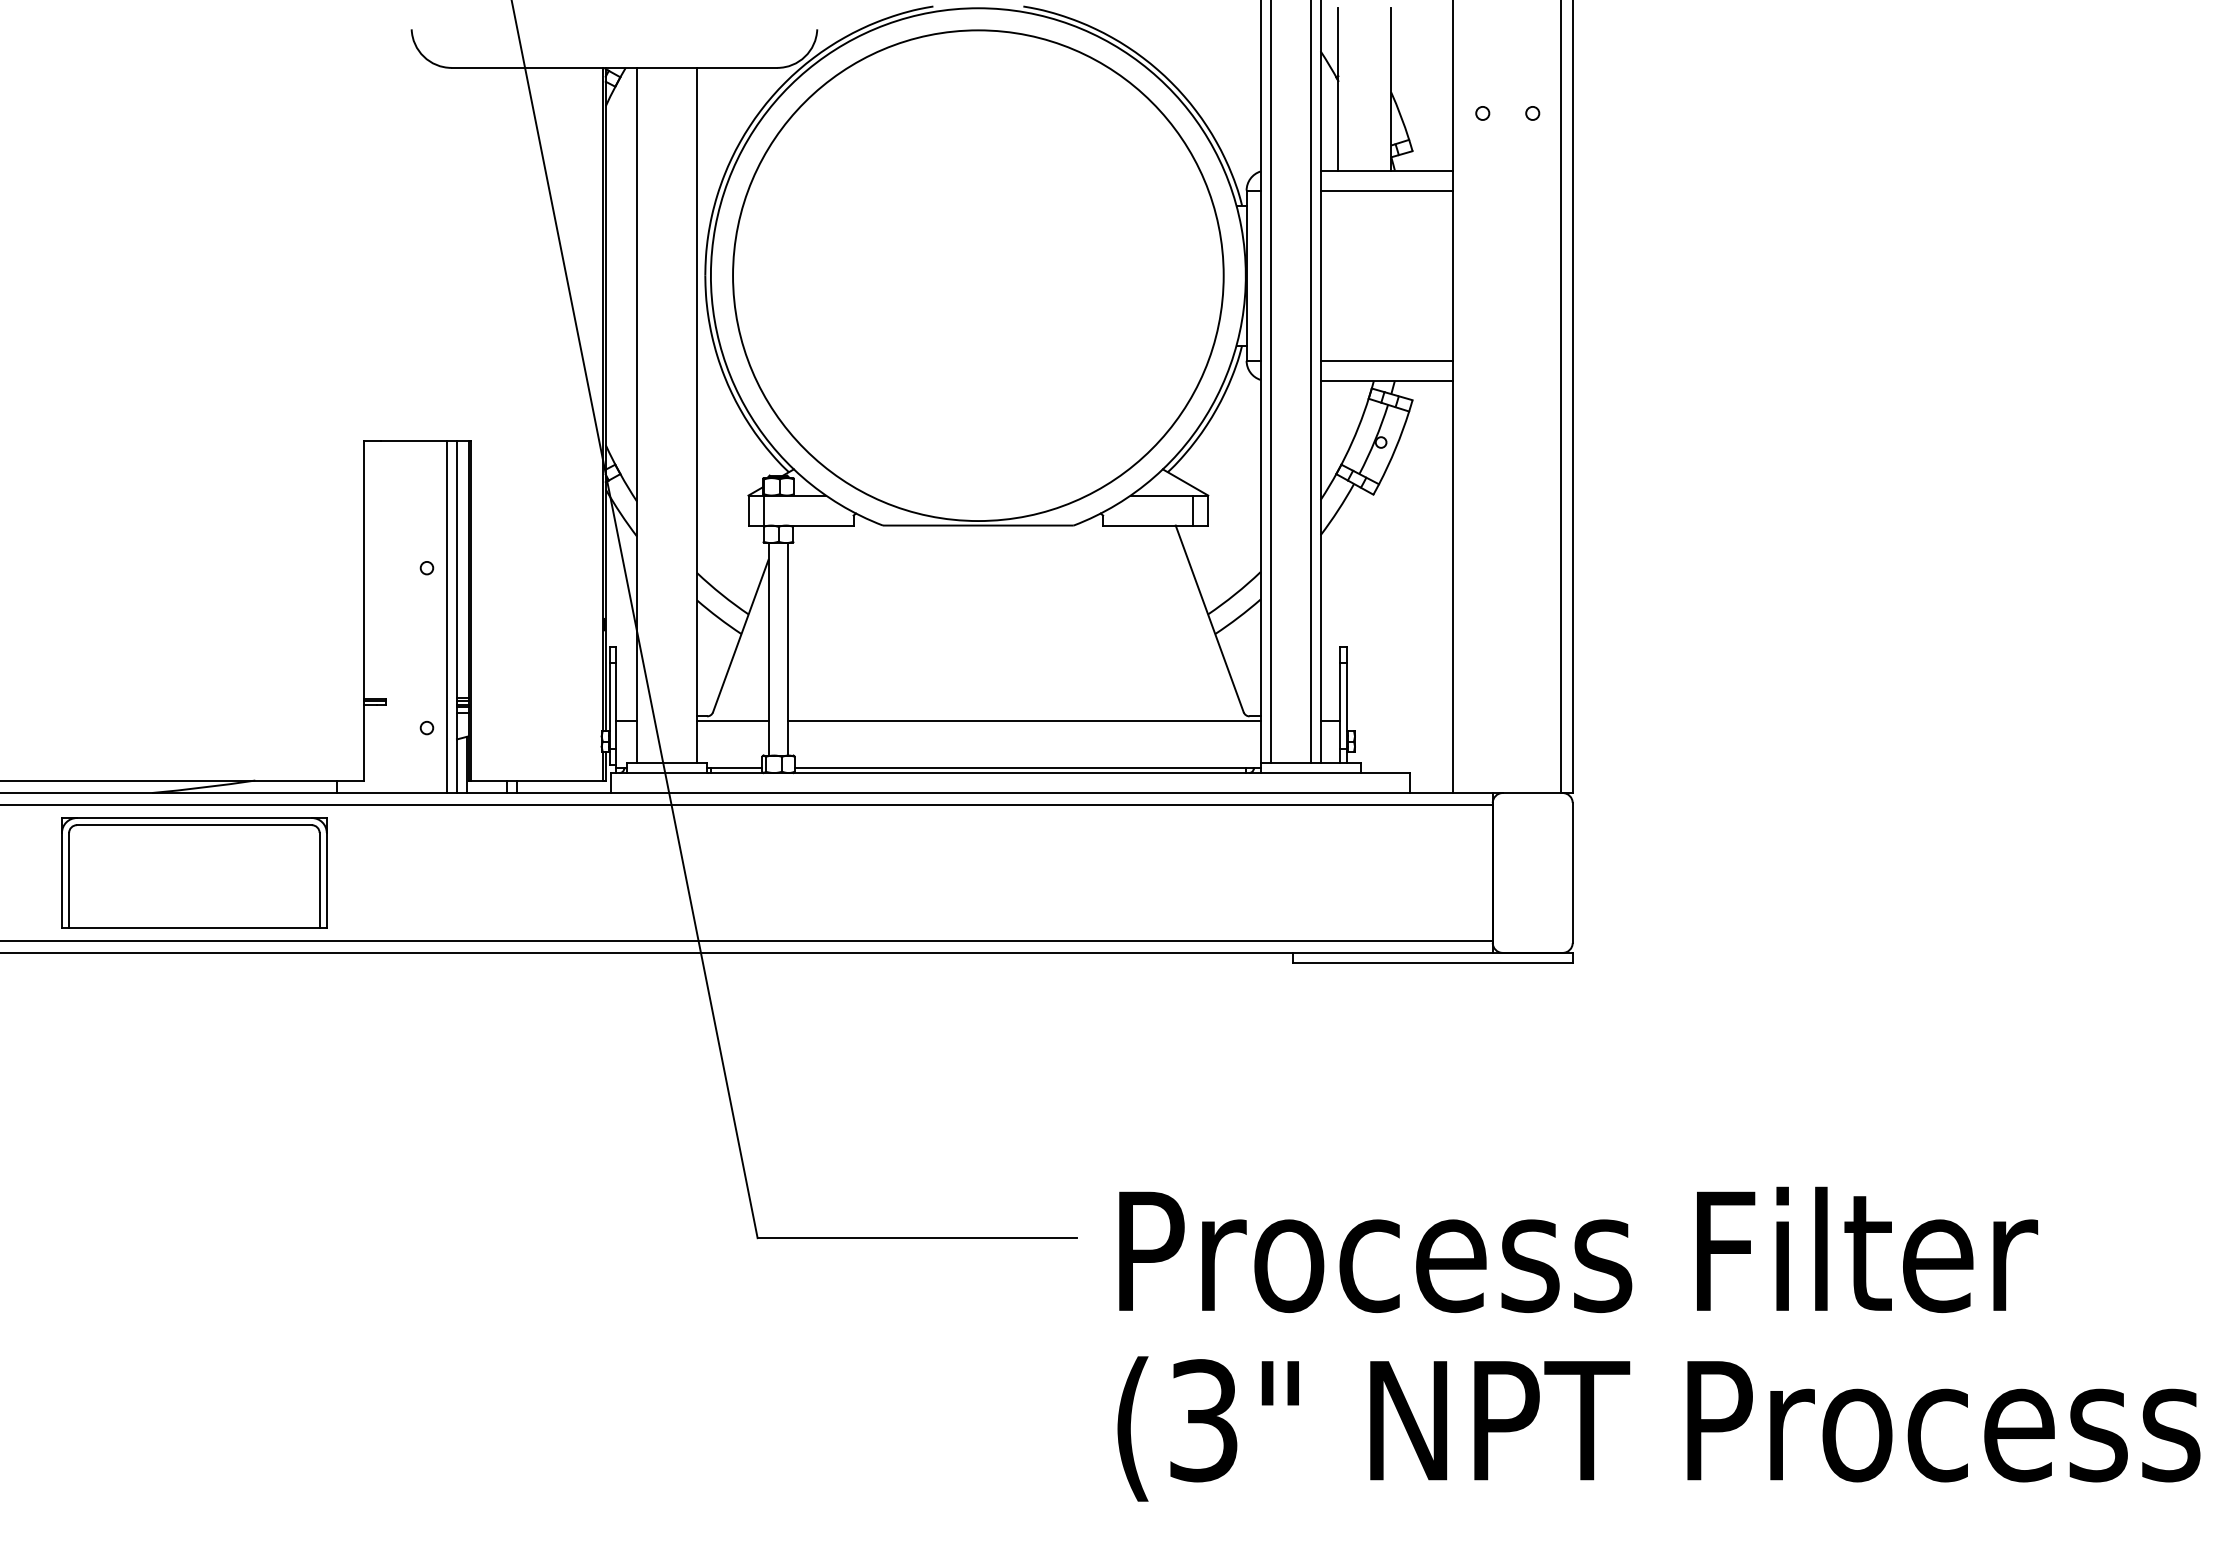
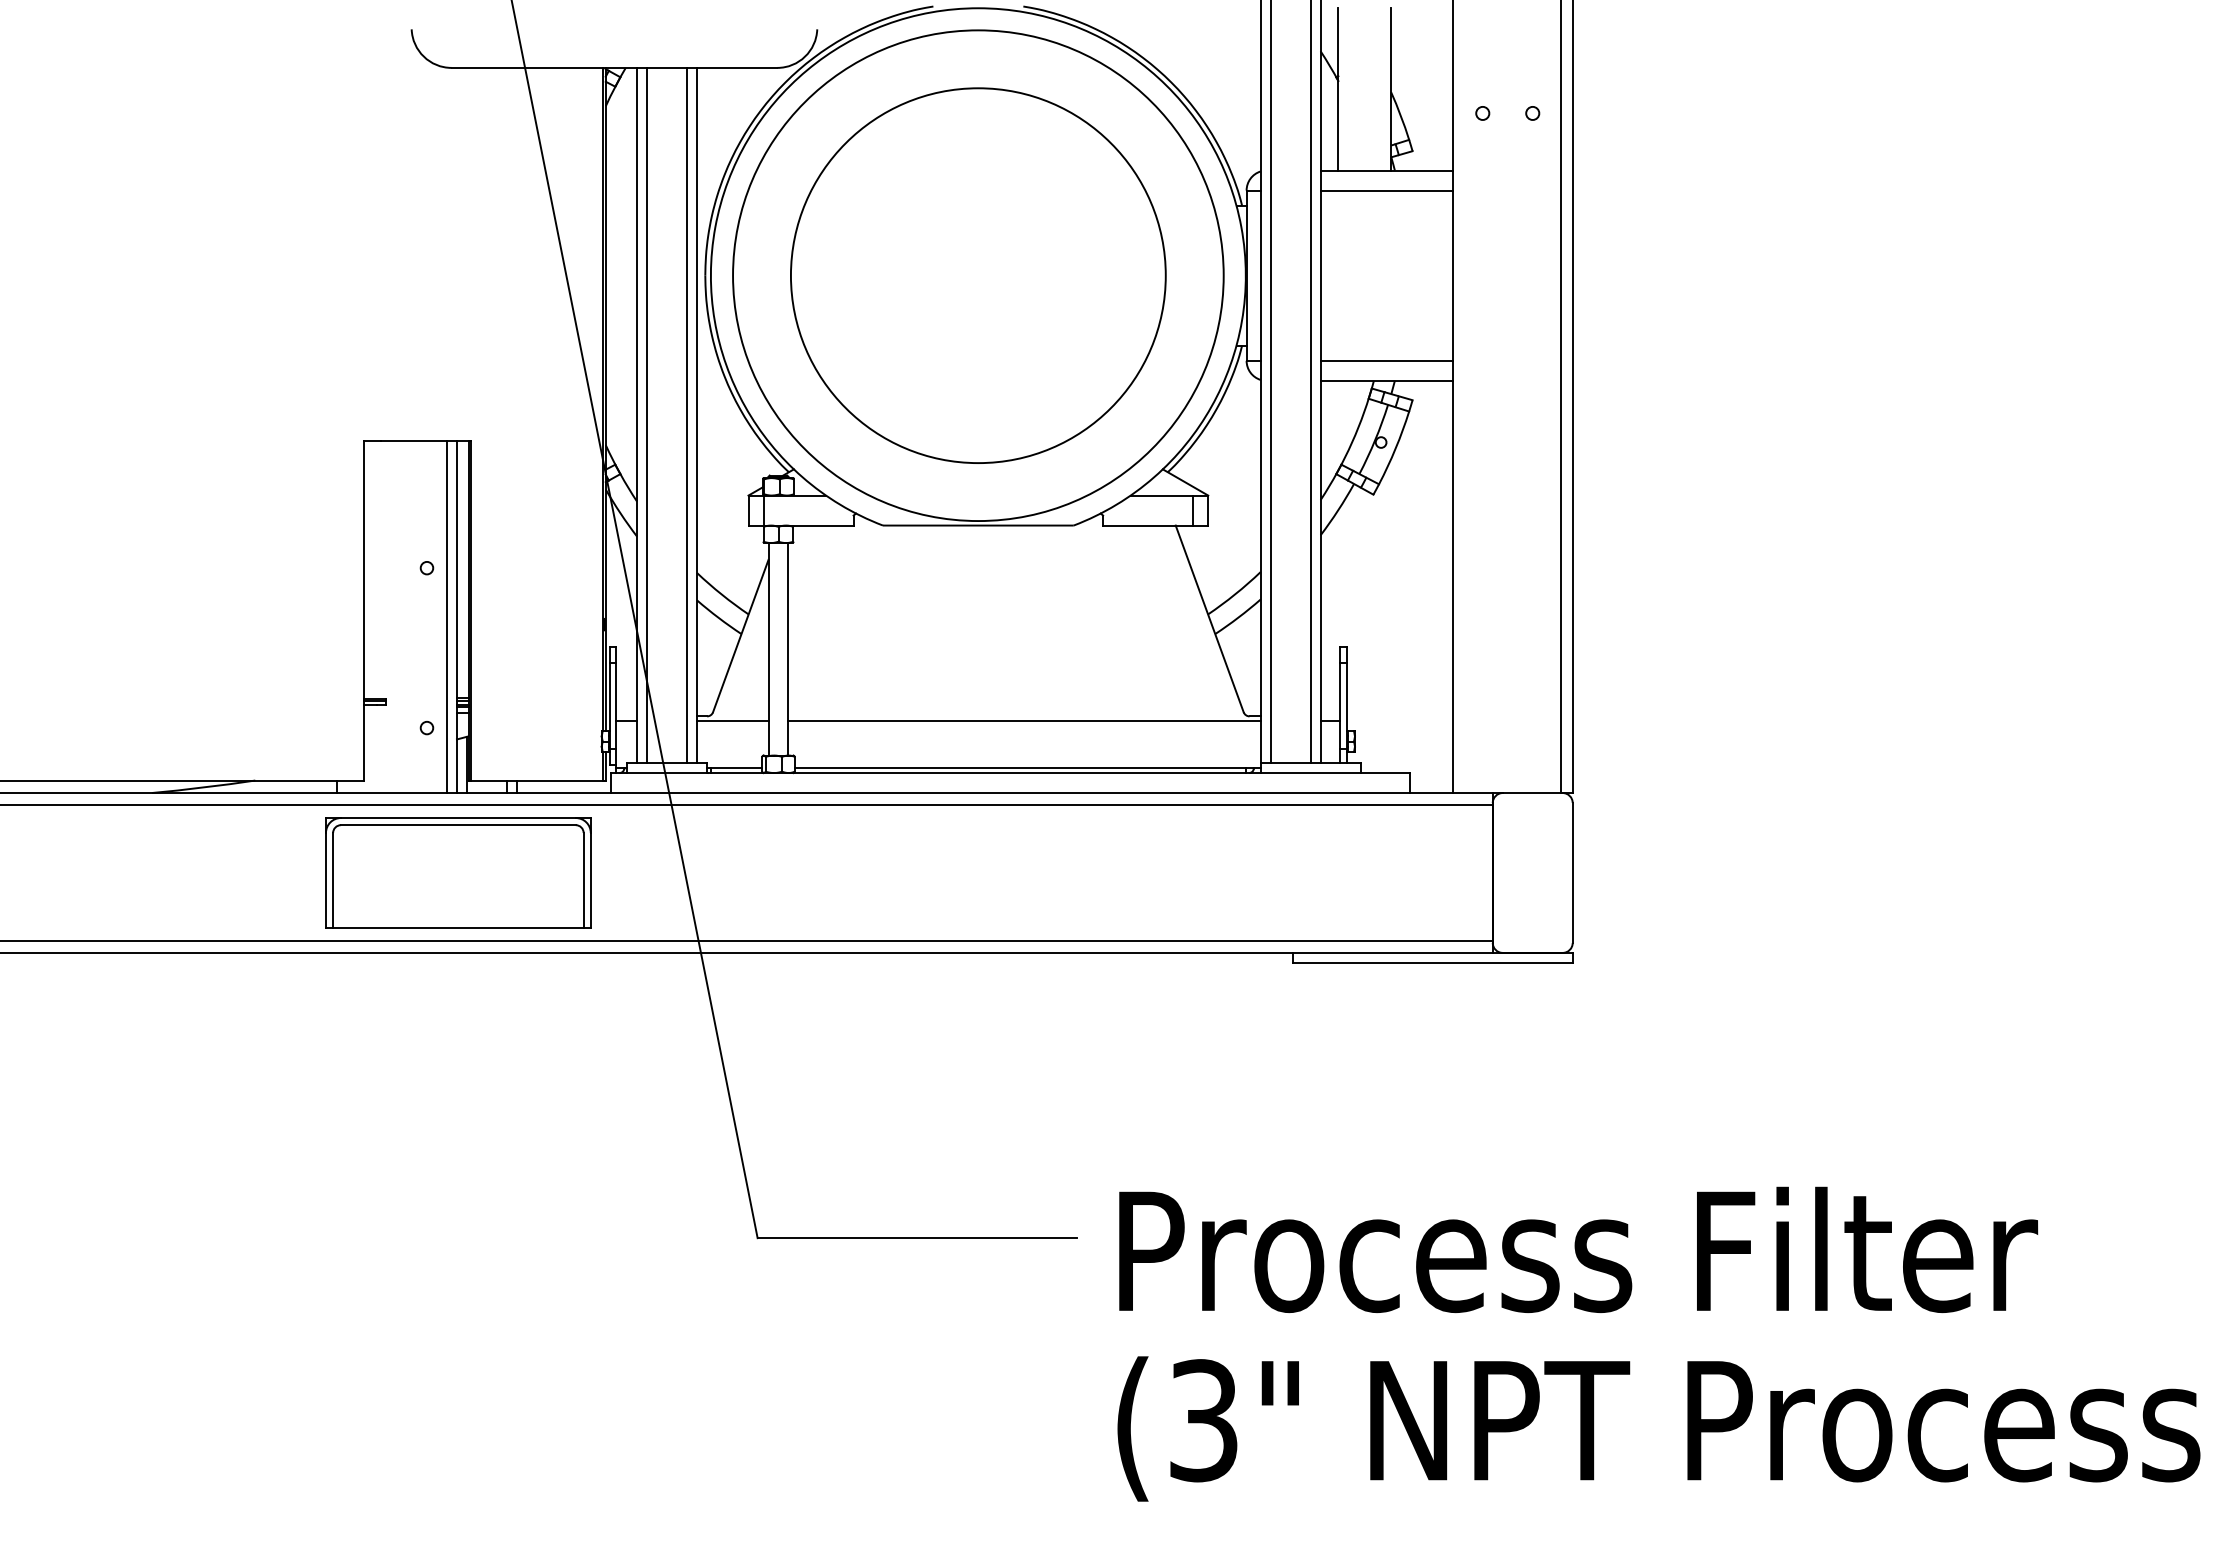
circle at (978, 275): none -> present
line at (647, 415): none -> present
line at (687, 415): none -> present
part at (194, 872) position: (194, 872) -> (458, 872)
